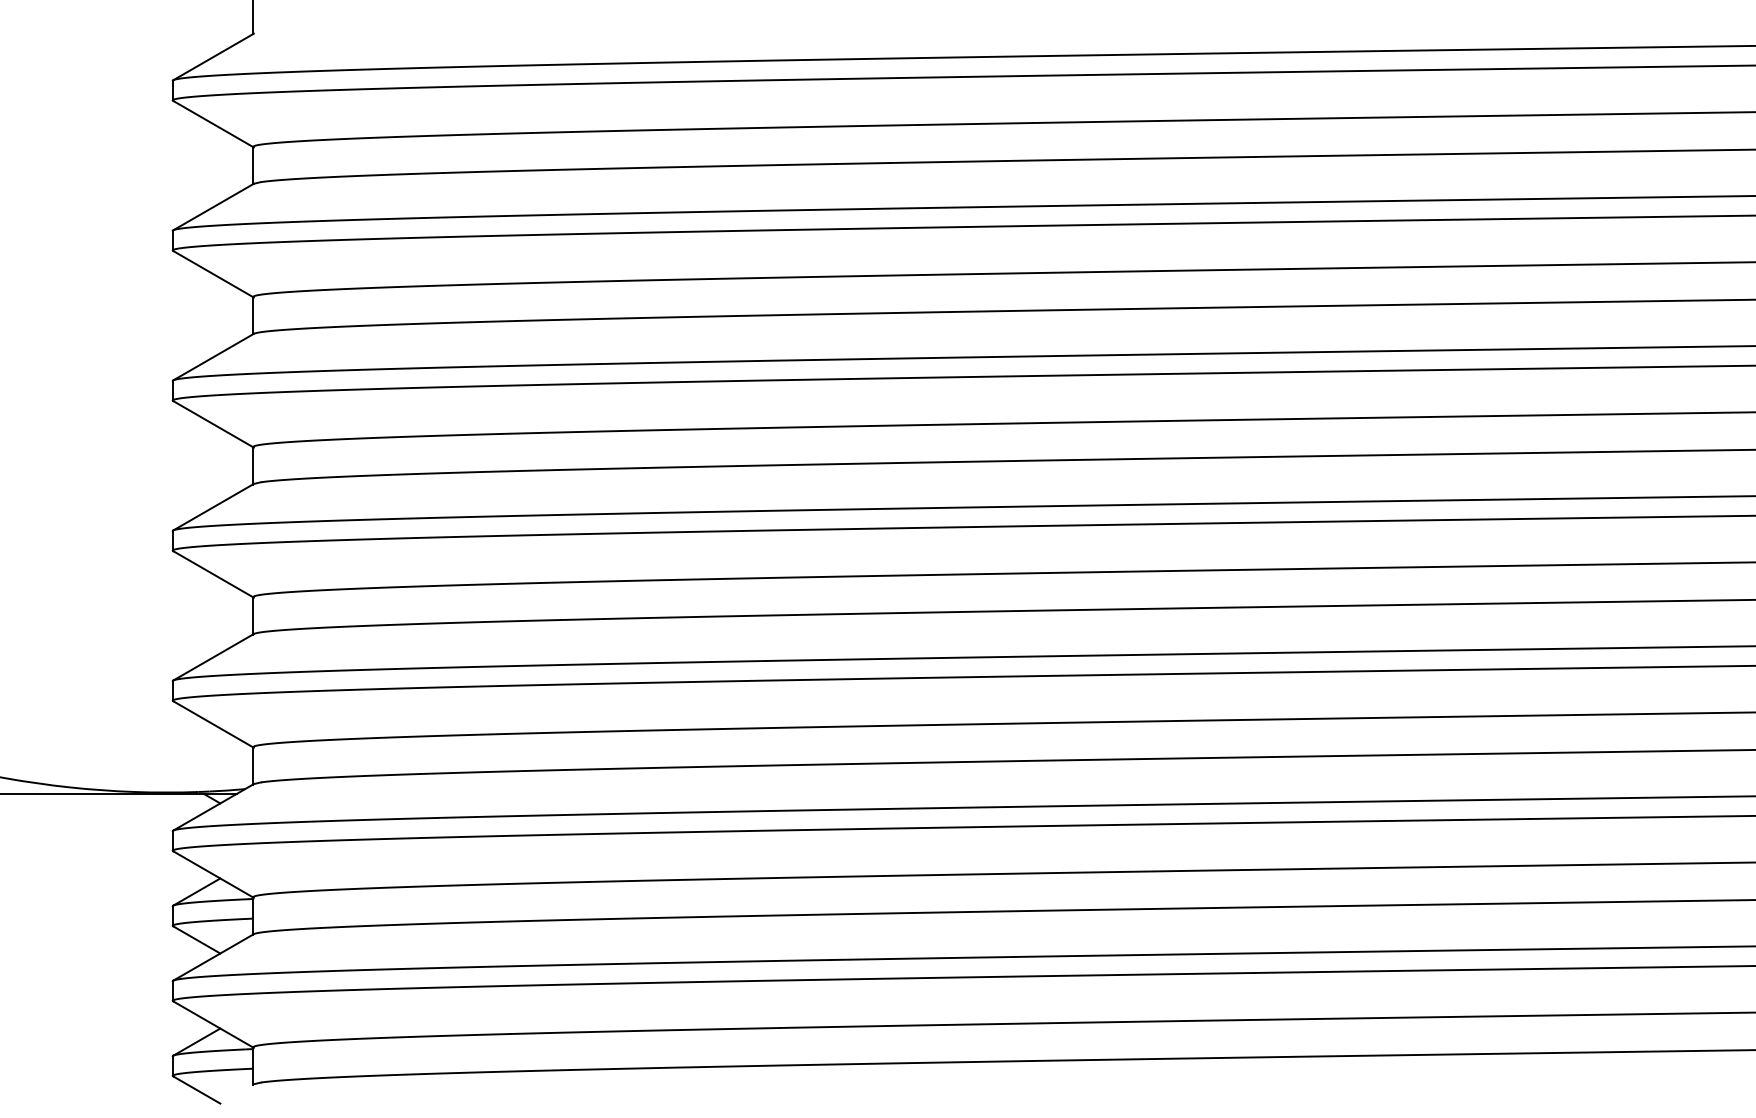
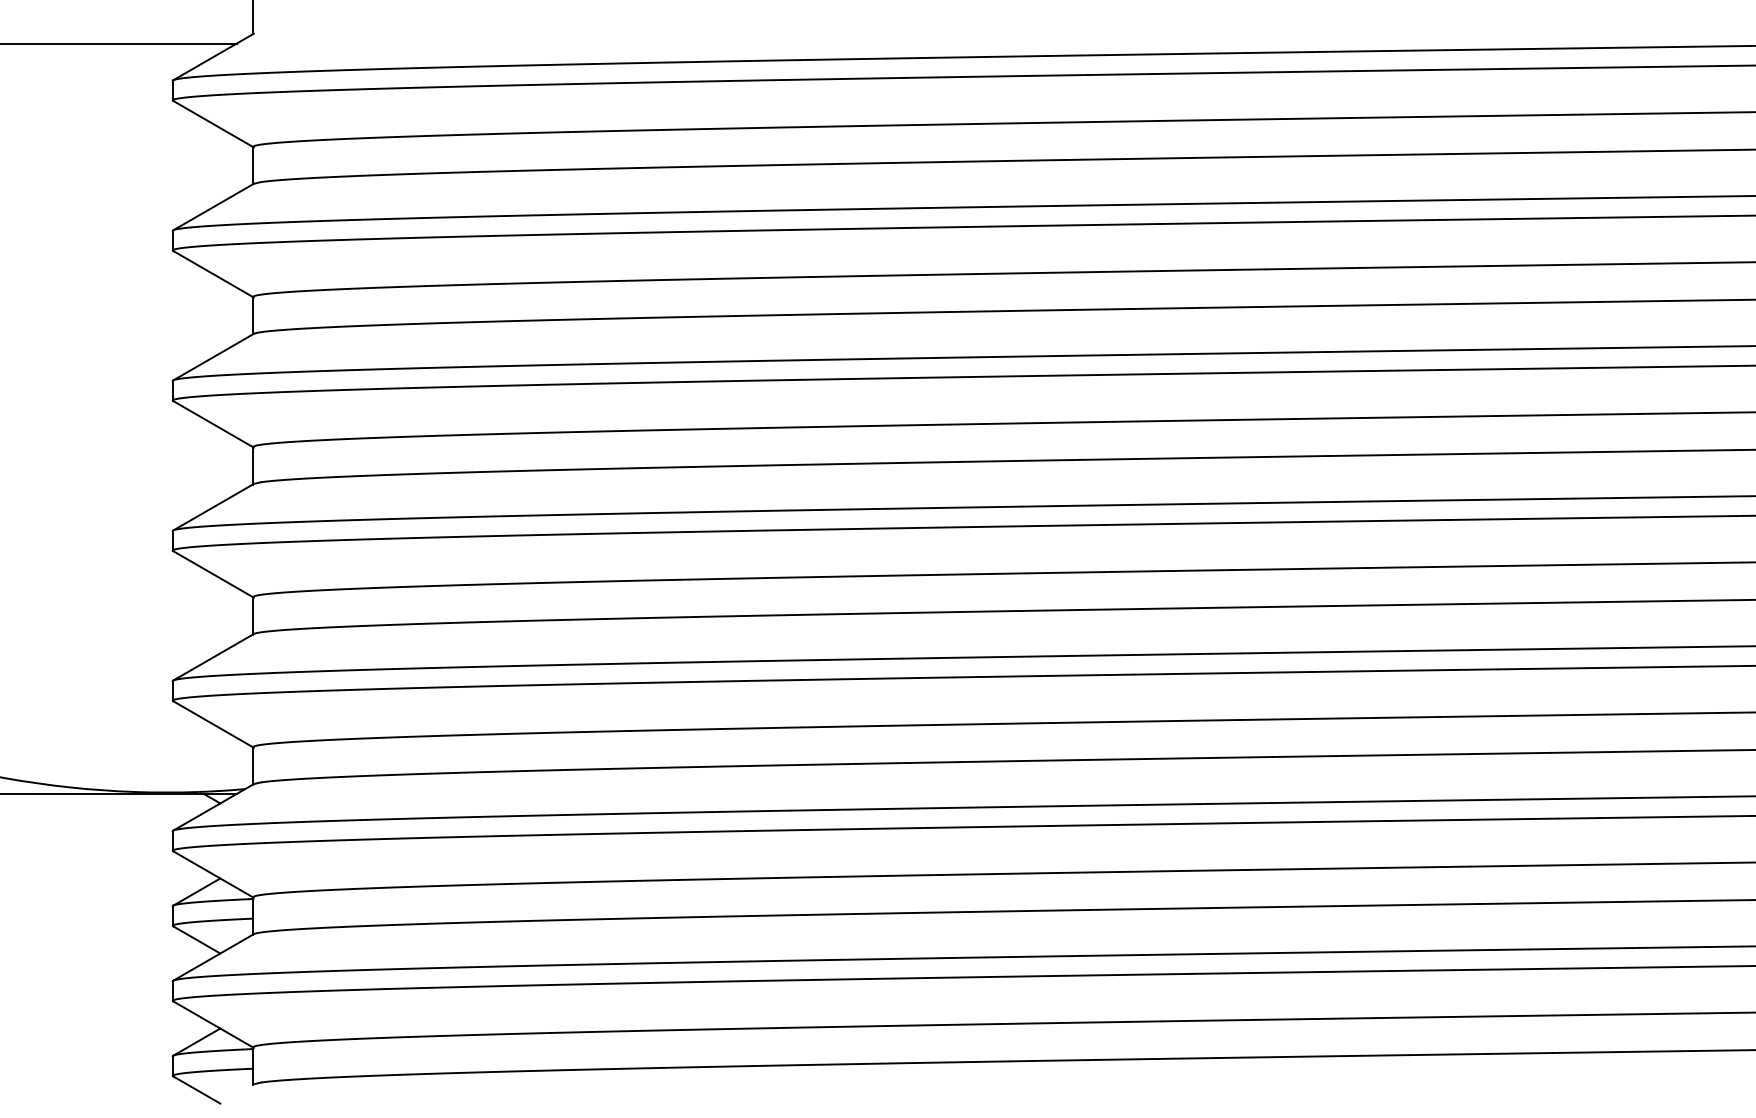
line at (119, 43): none -> present
